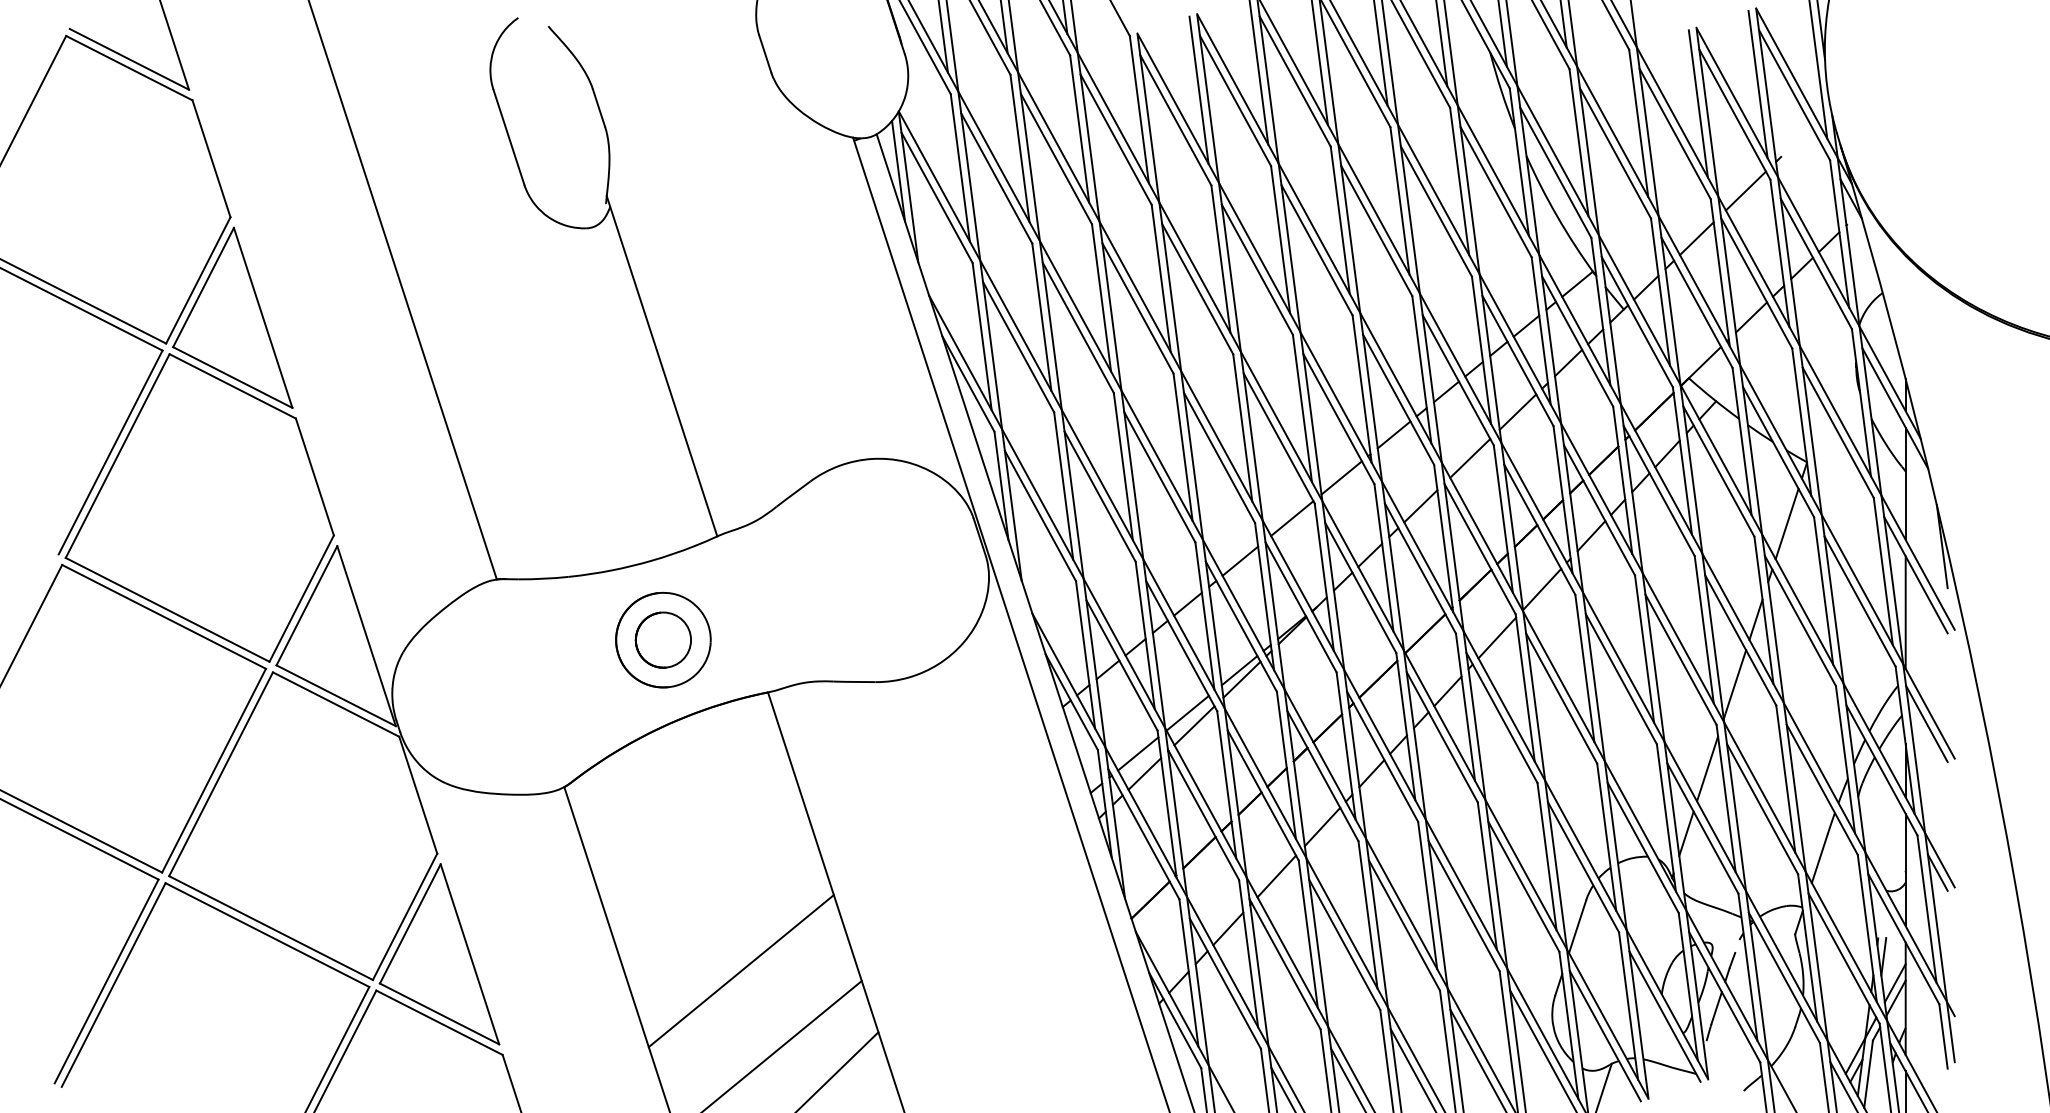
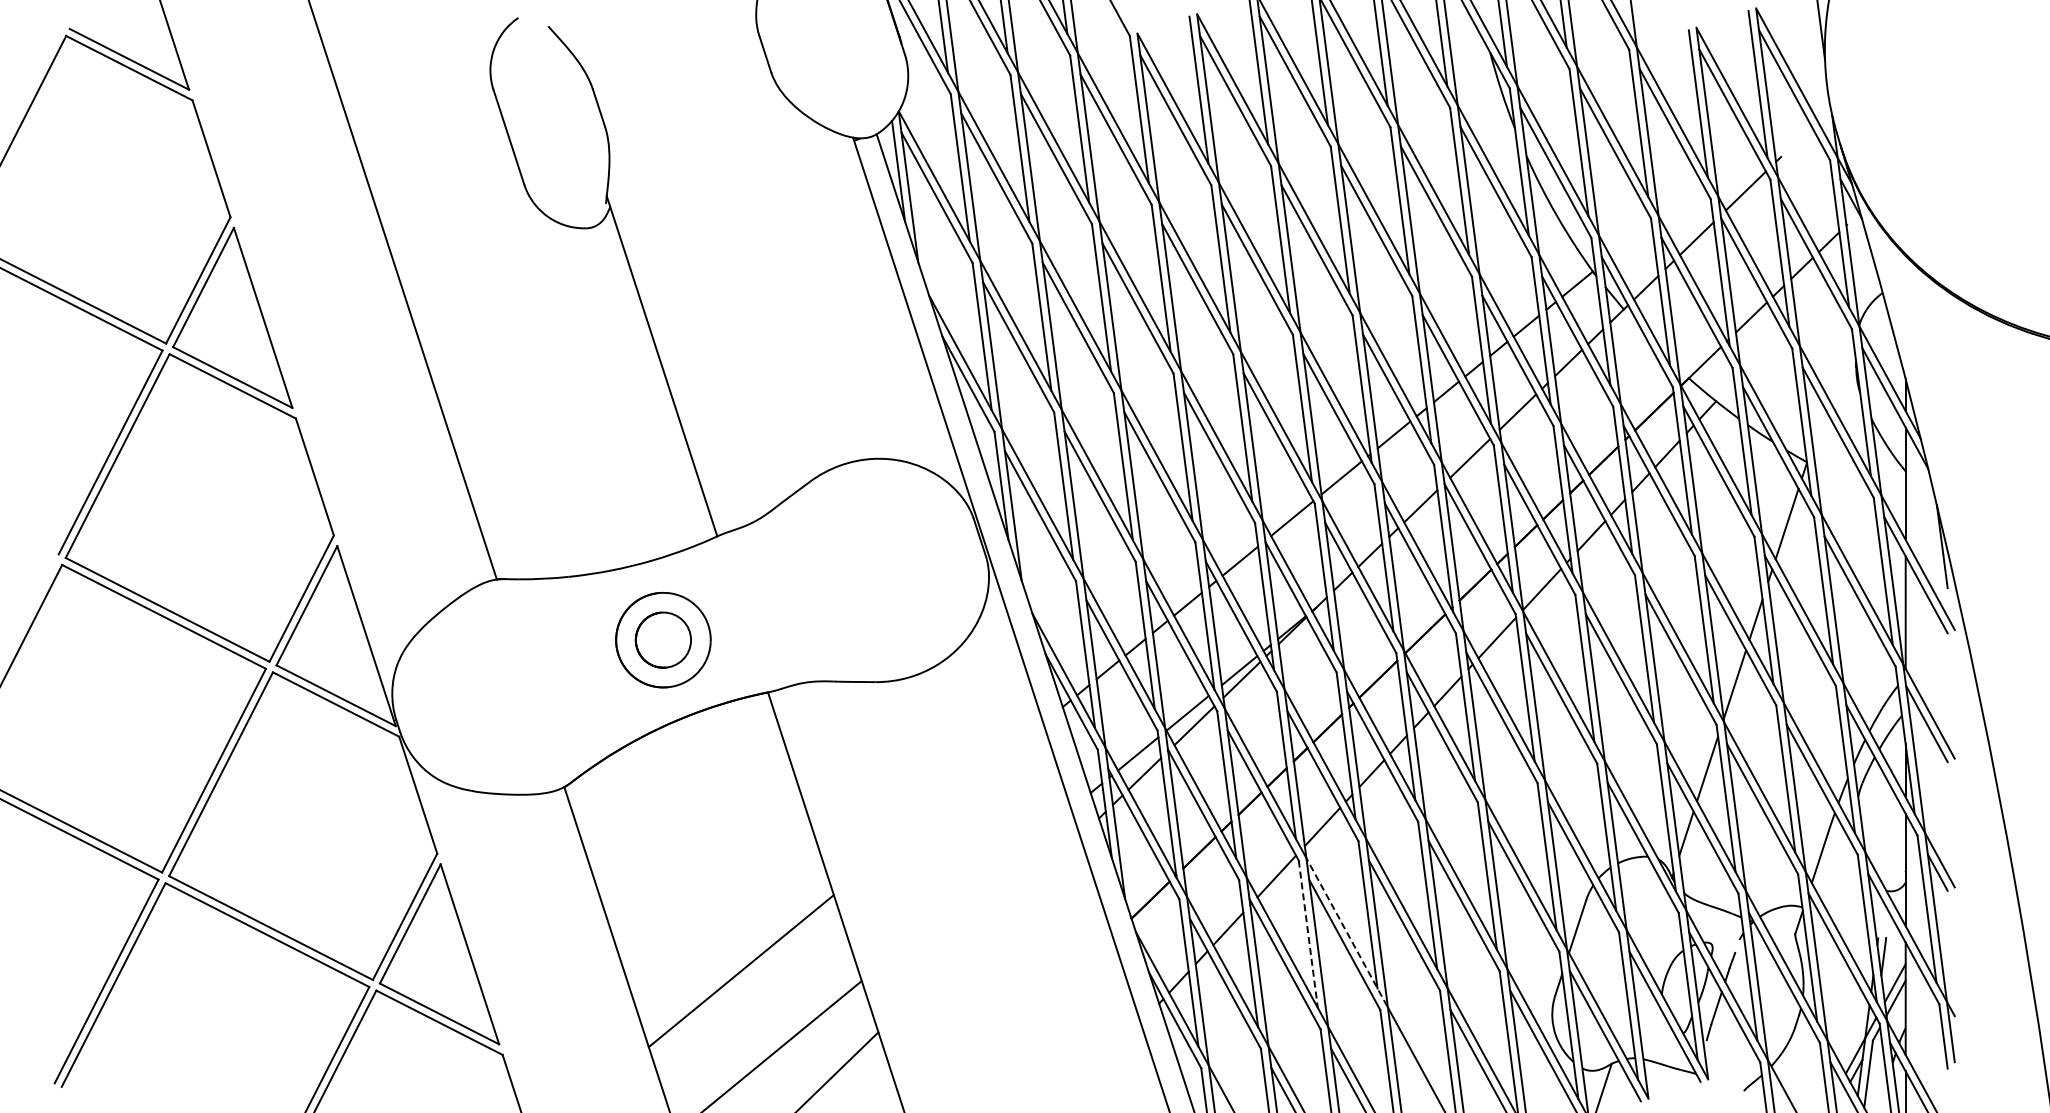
line at (1818, 70): present -> none
line at (1346, 931): solid -> dashed
line at (1308, 934): solid -> dashed
line at (1412, 1069): present -> none
